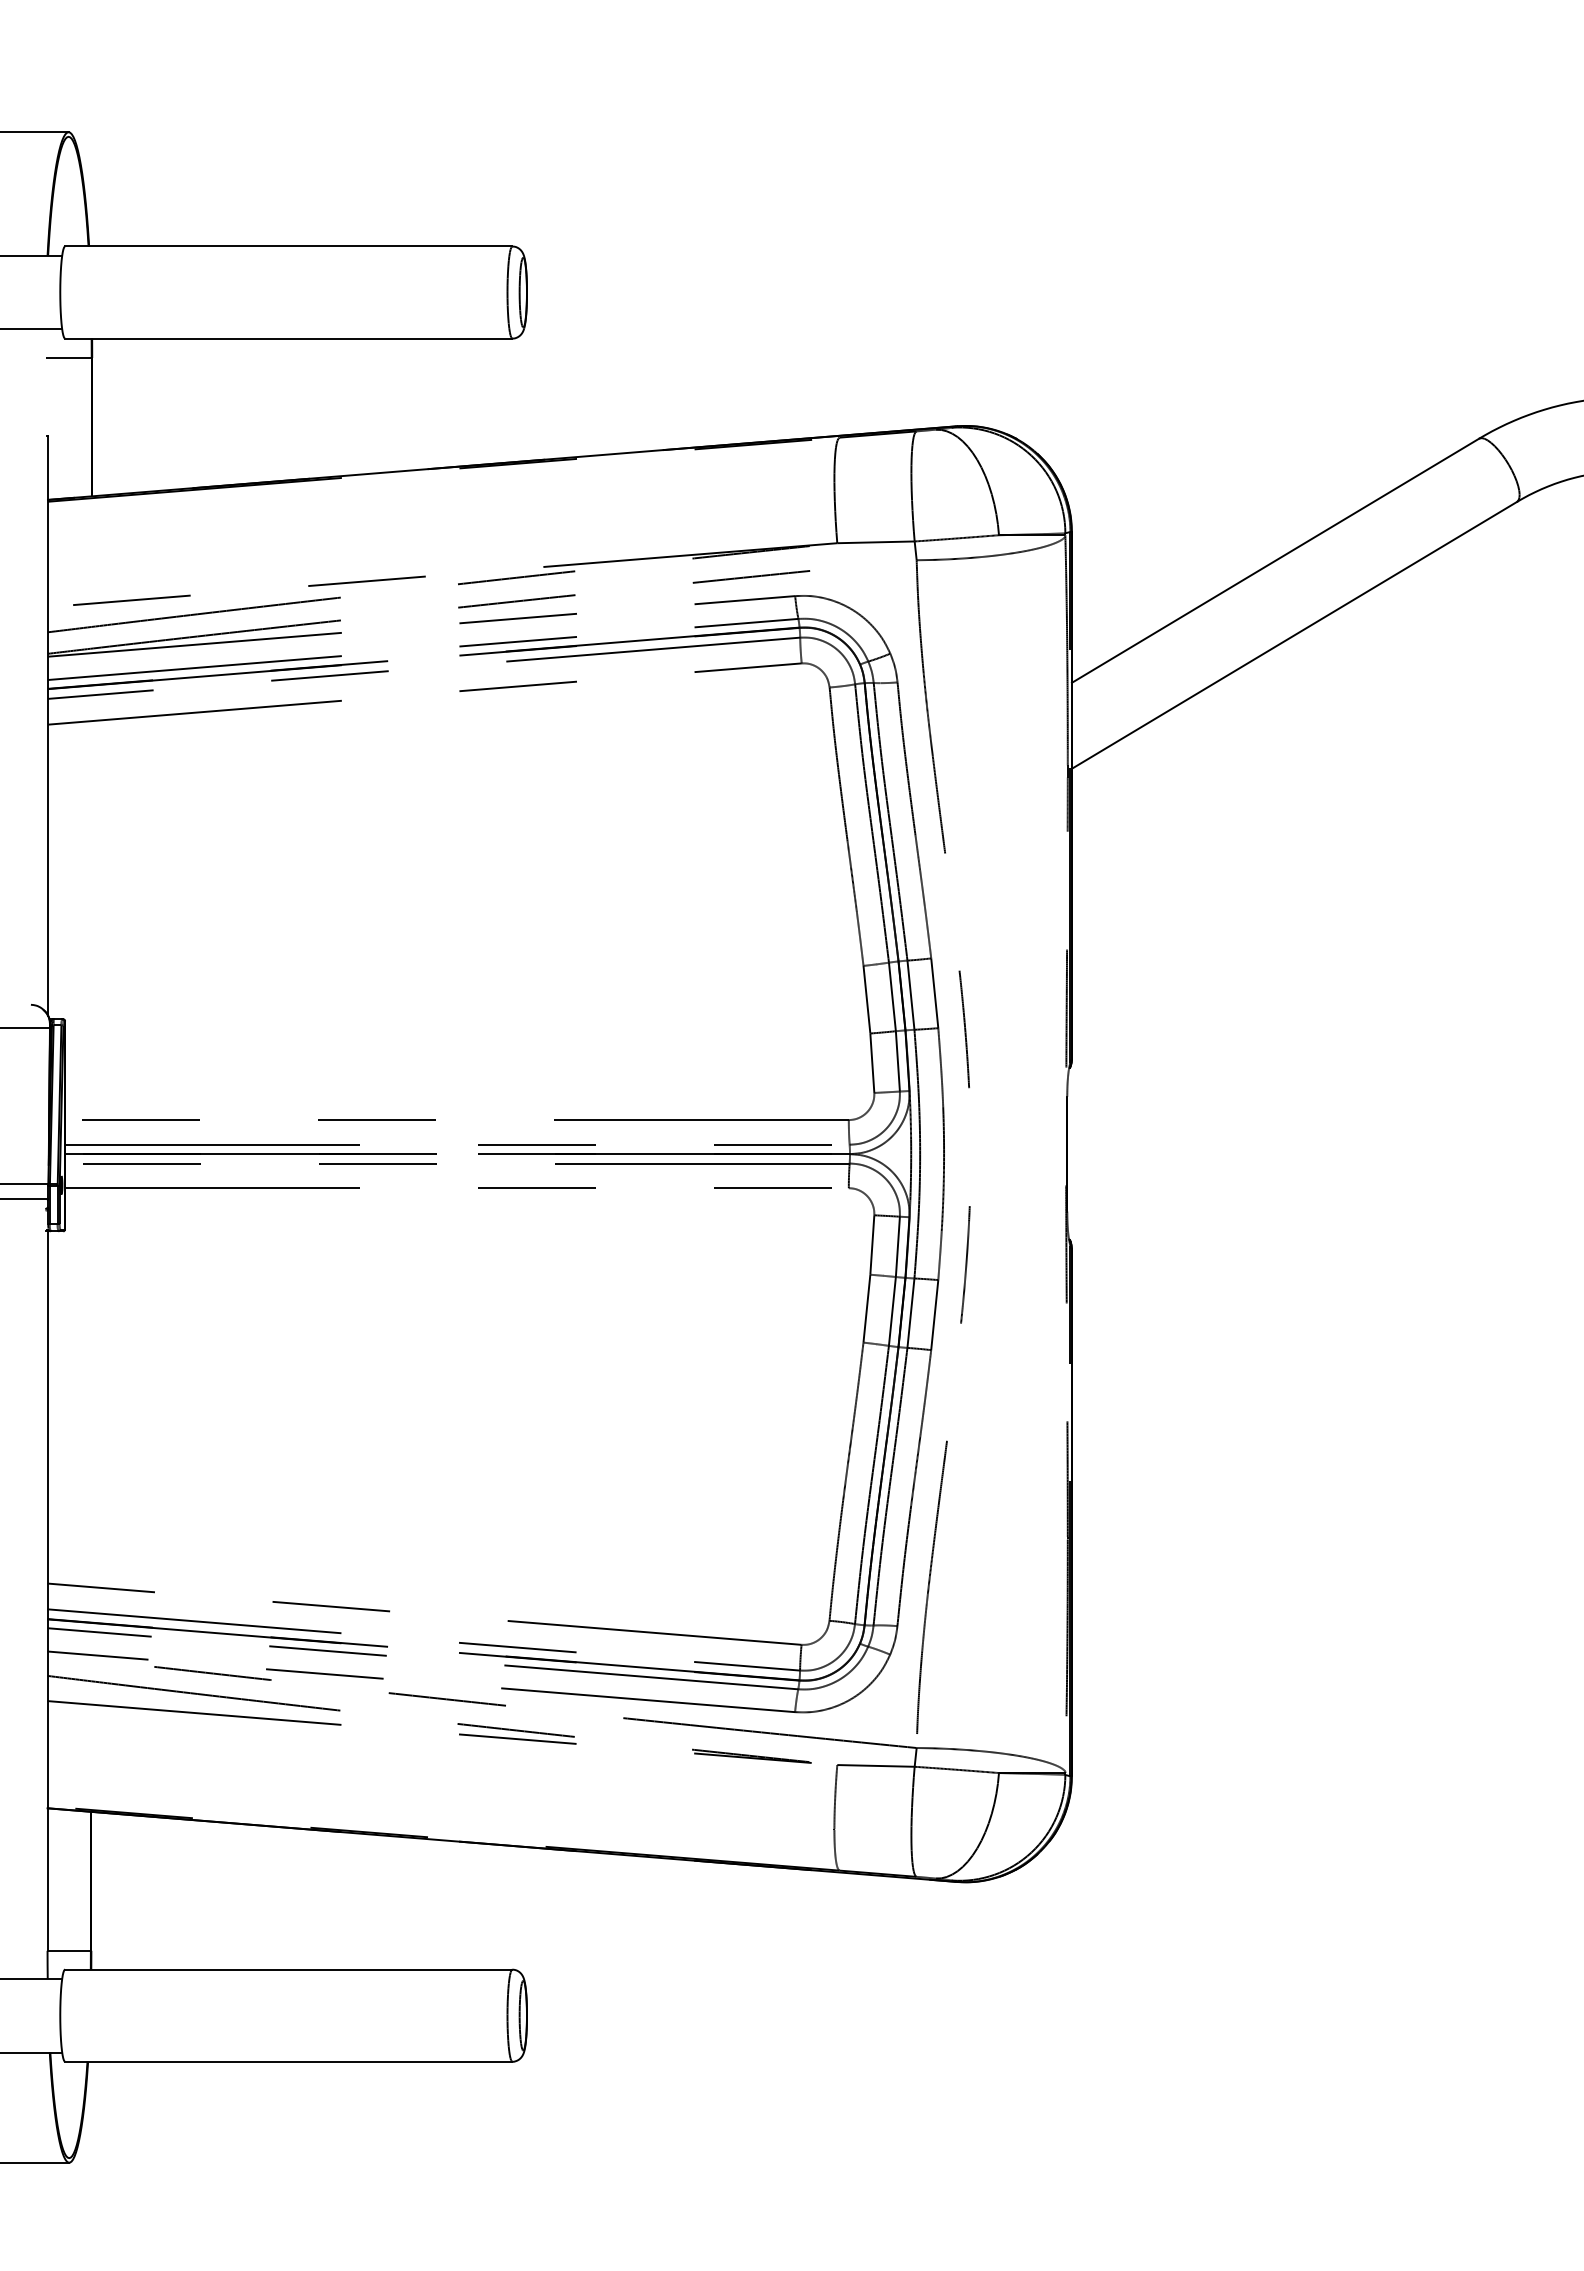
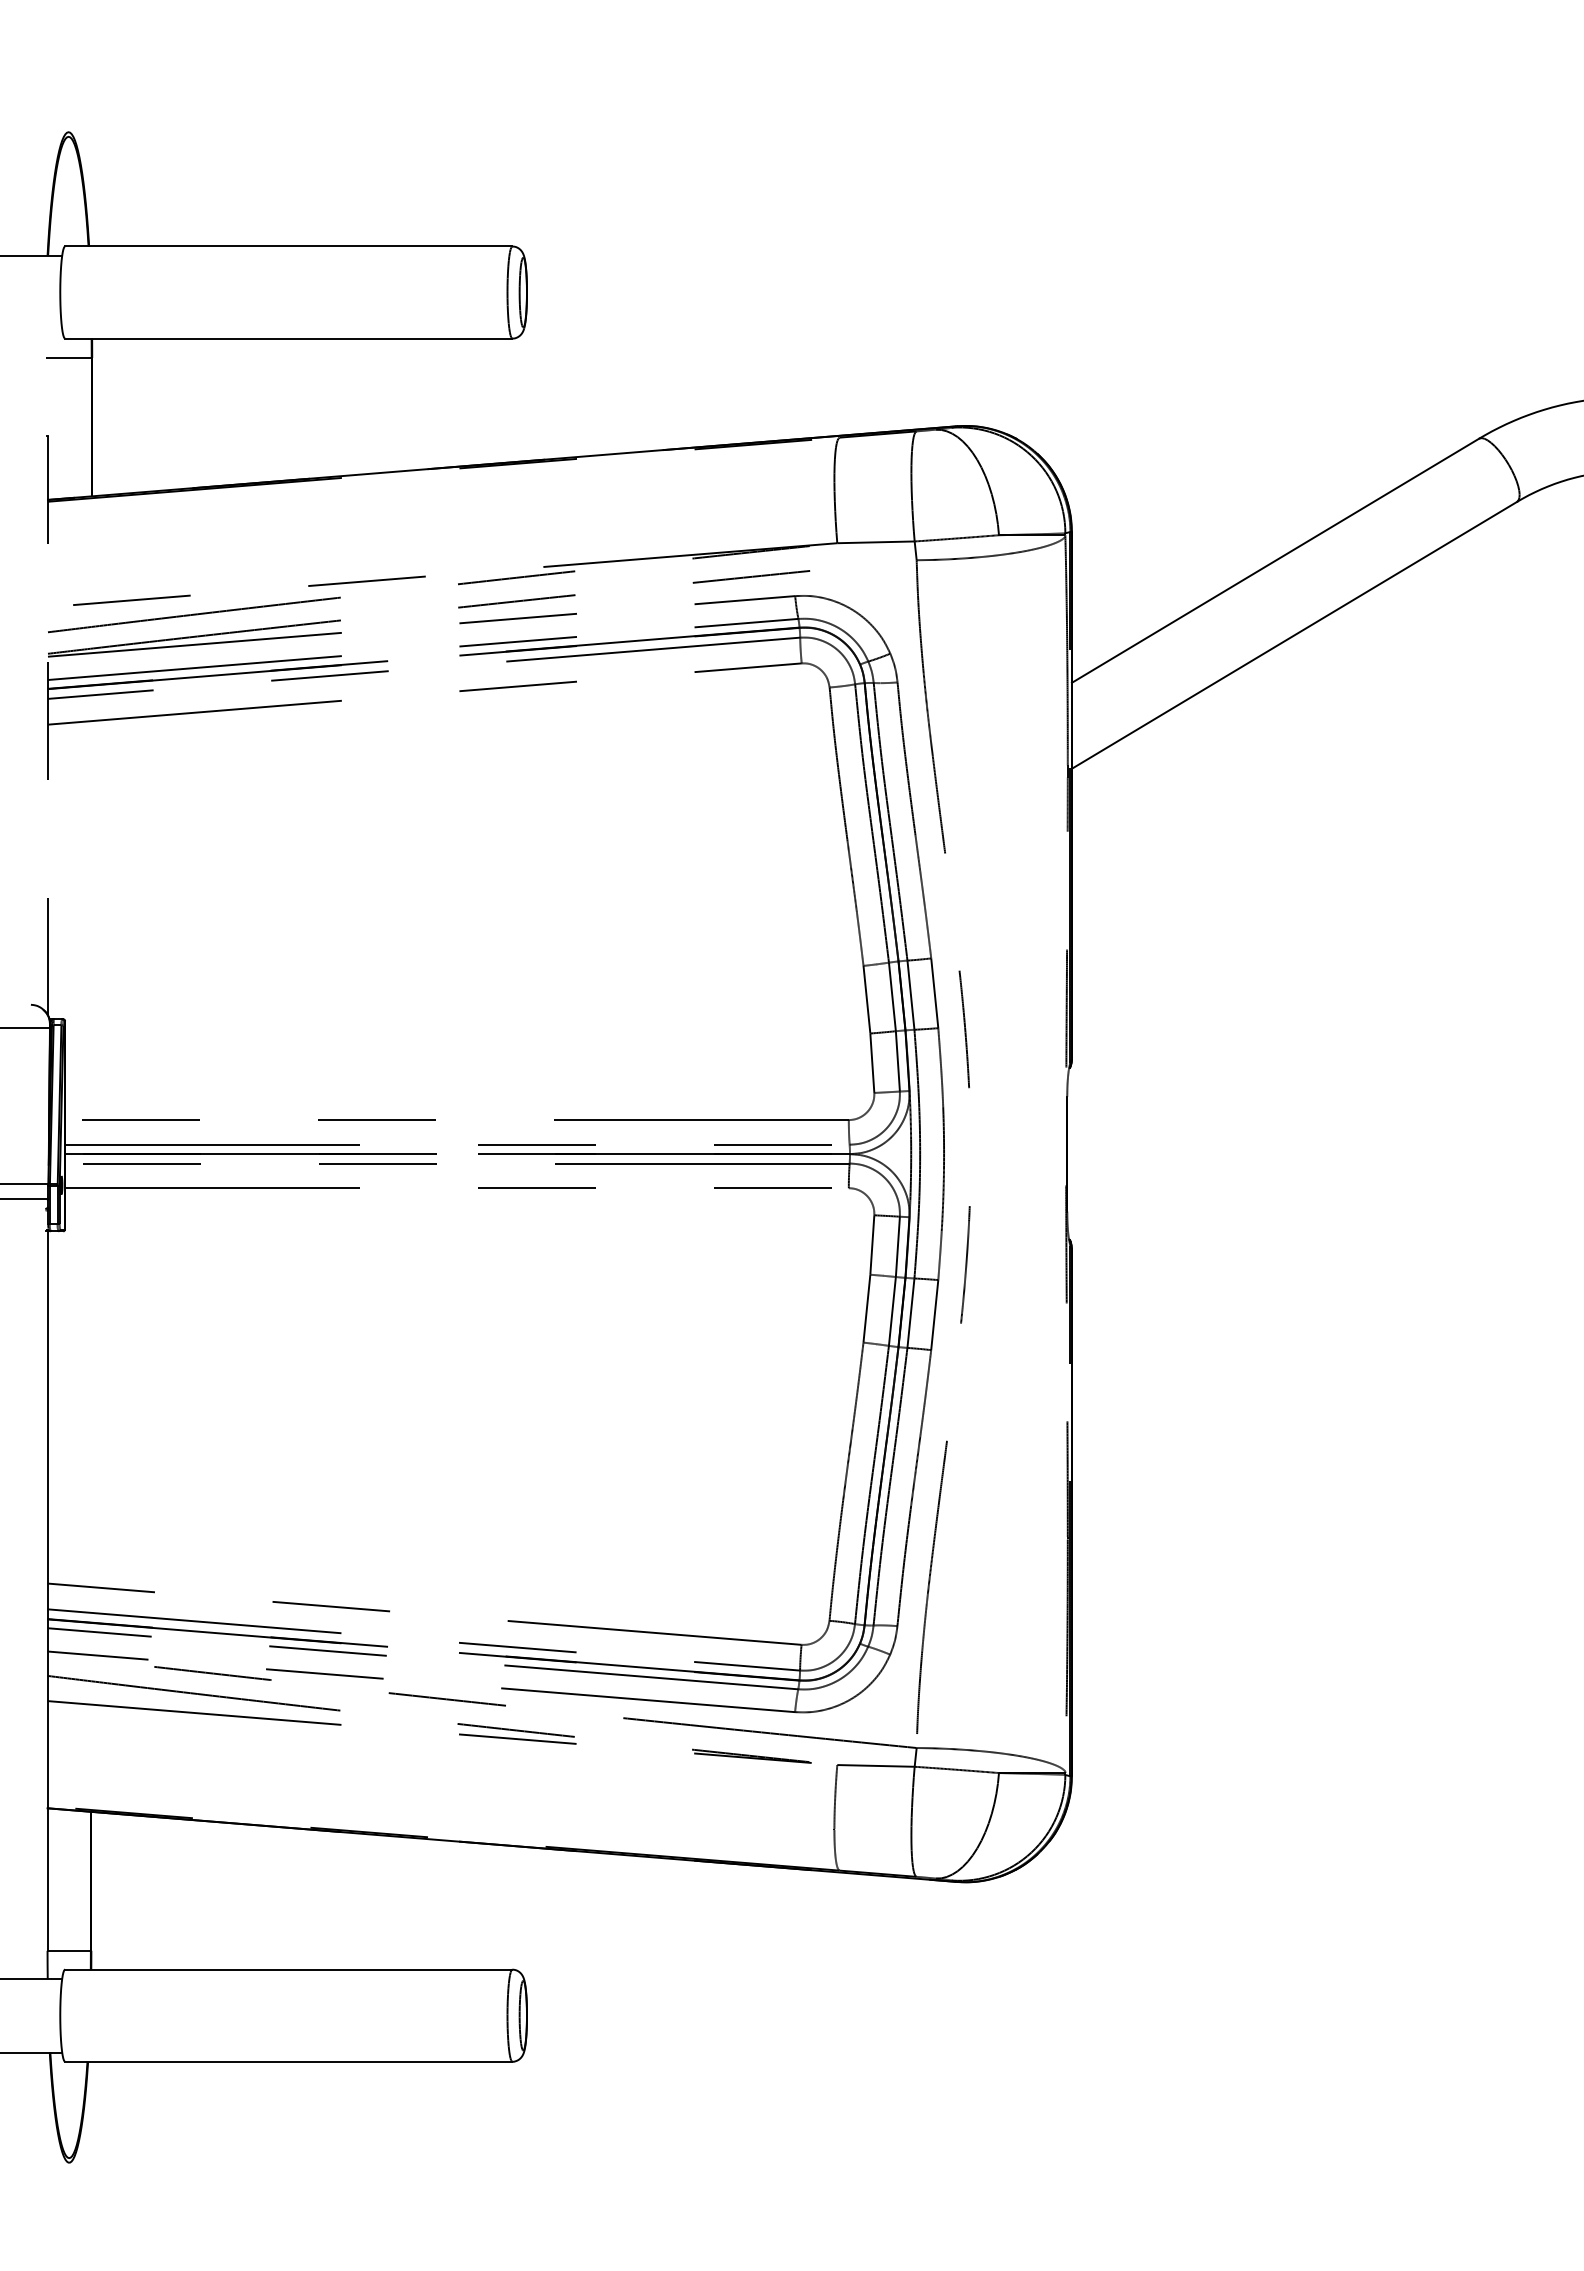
line at (35, 132): present -> none
line at (32, 329): present -> none
line at (47, 725): solid -> dashed
line at (35, 2162): present -> none
